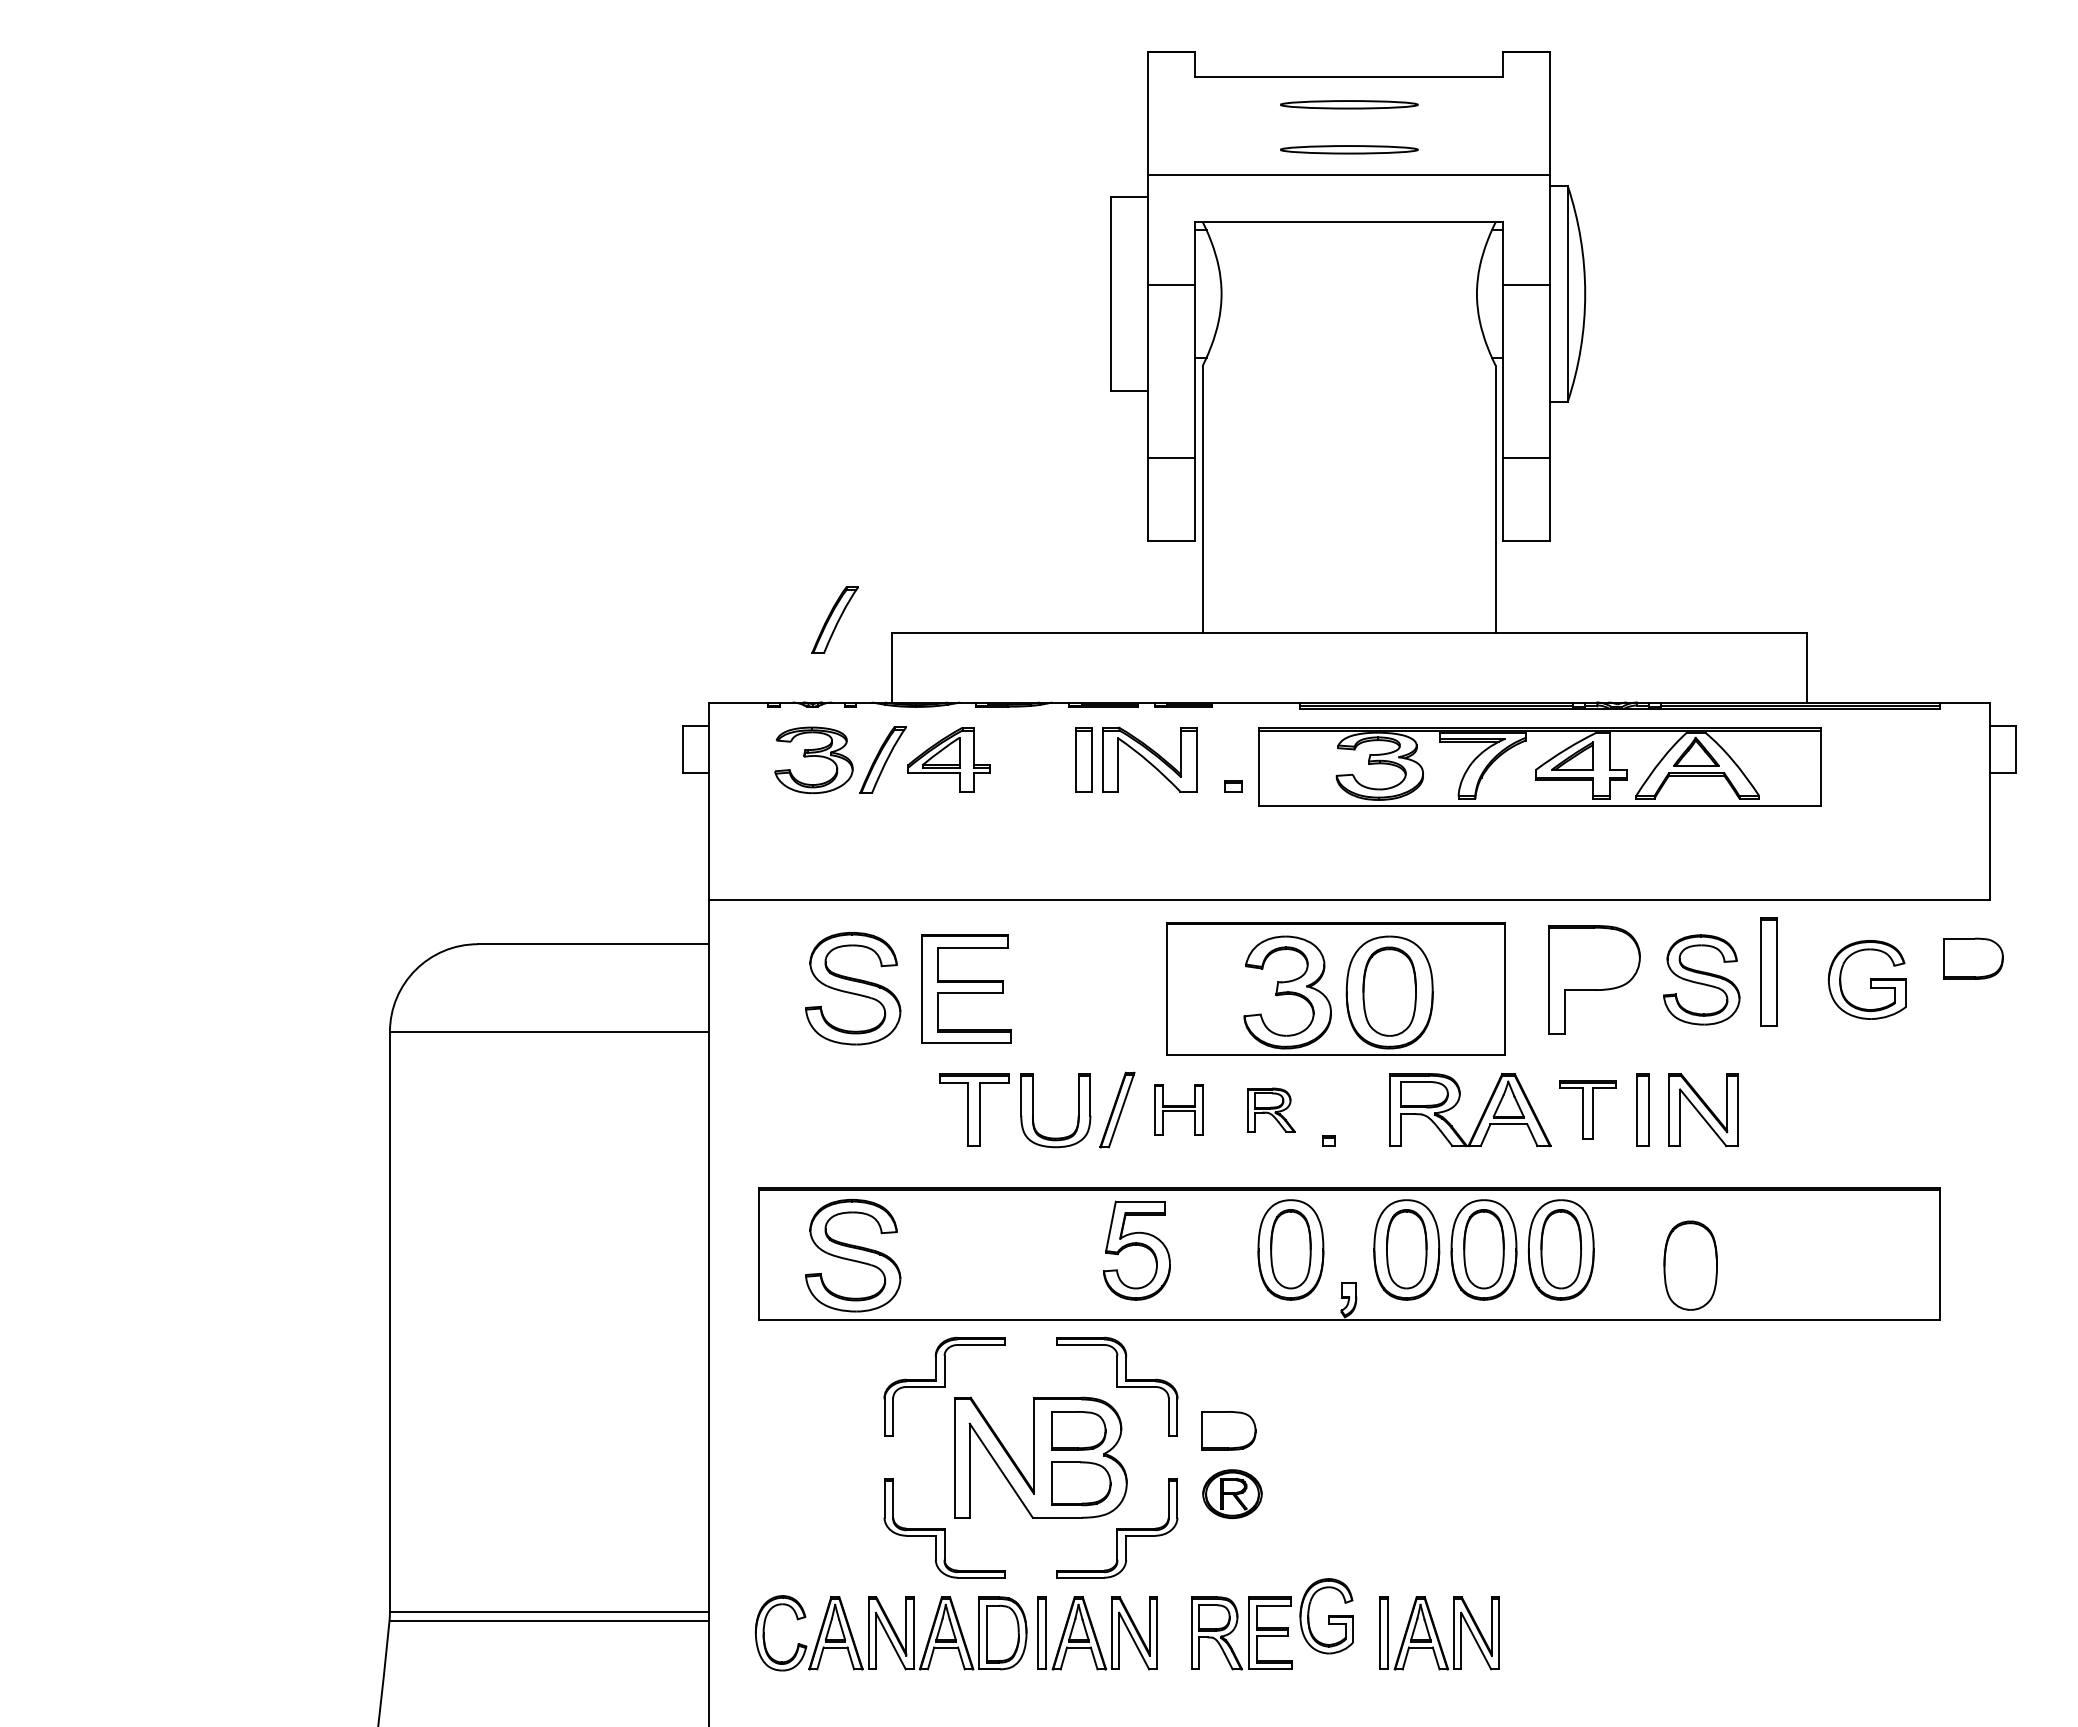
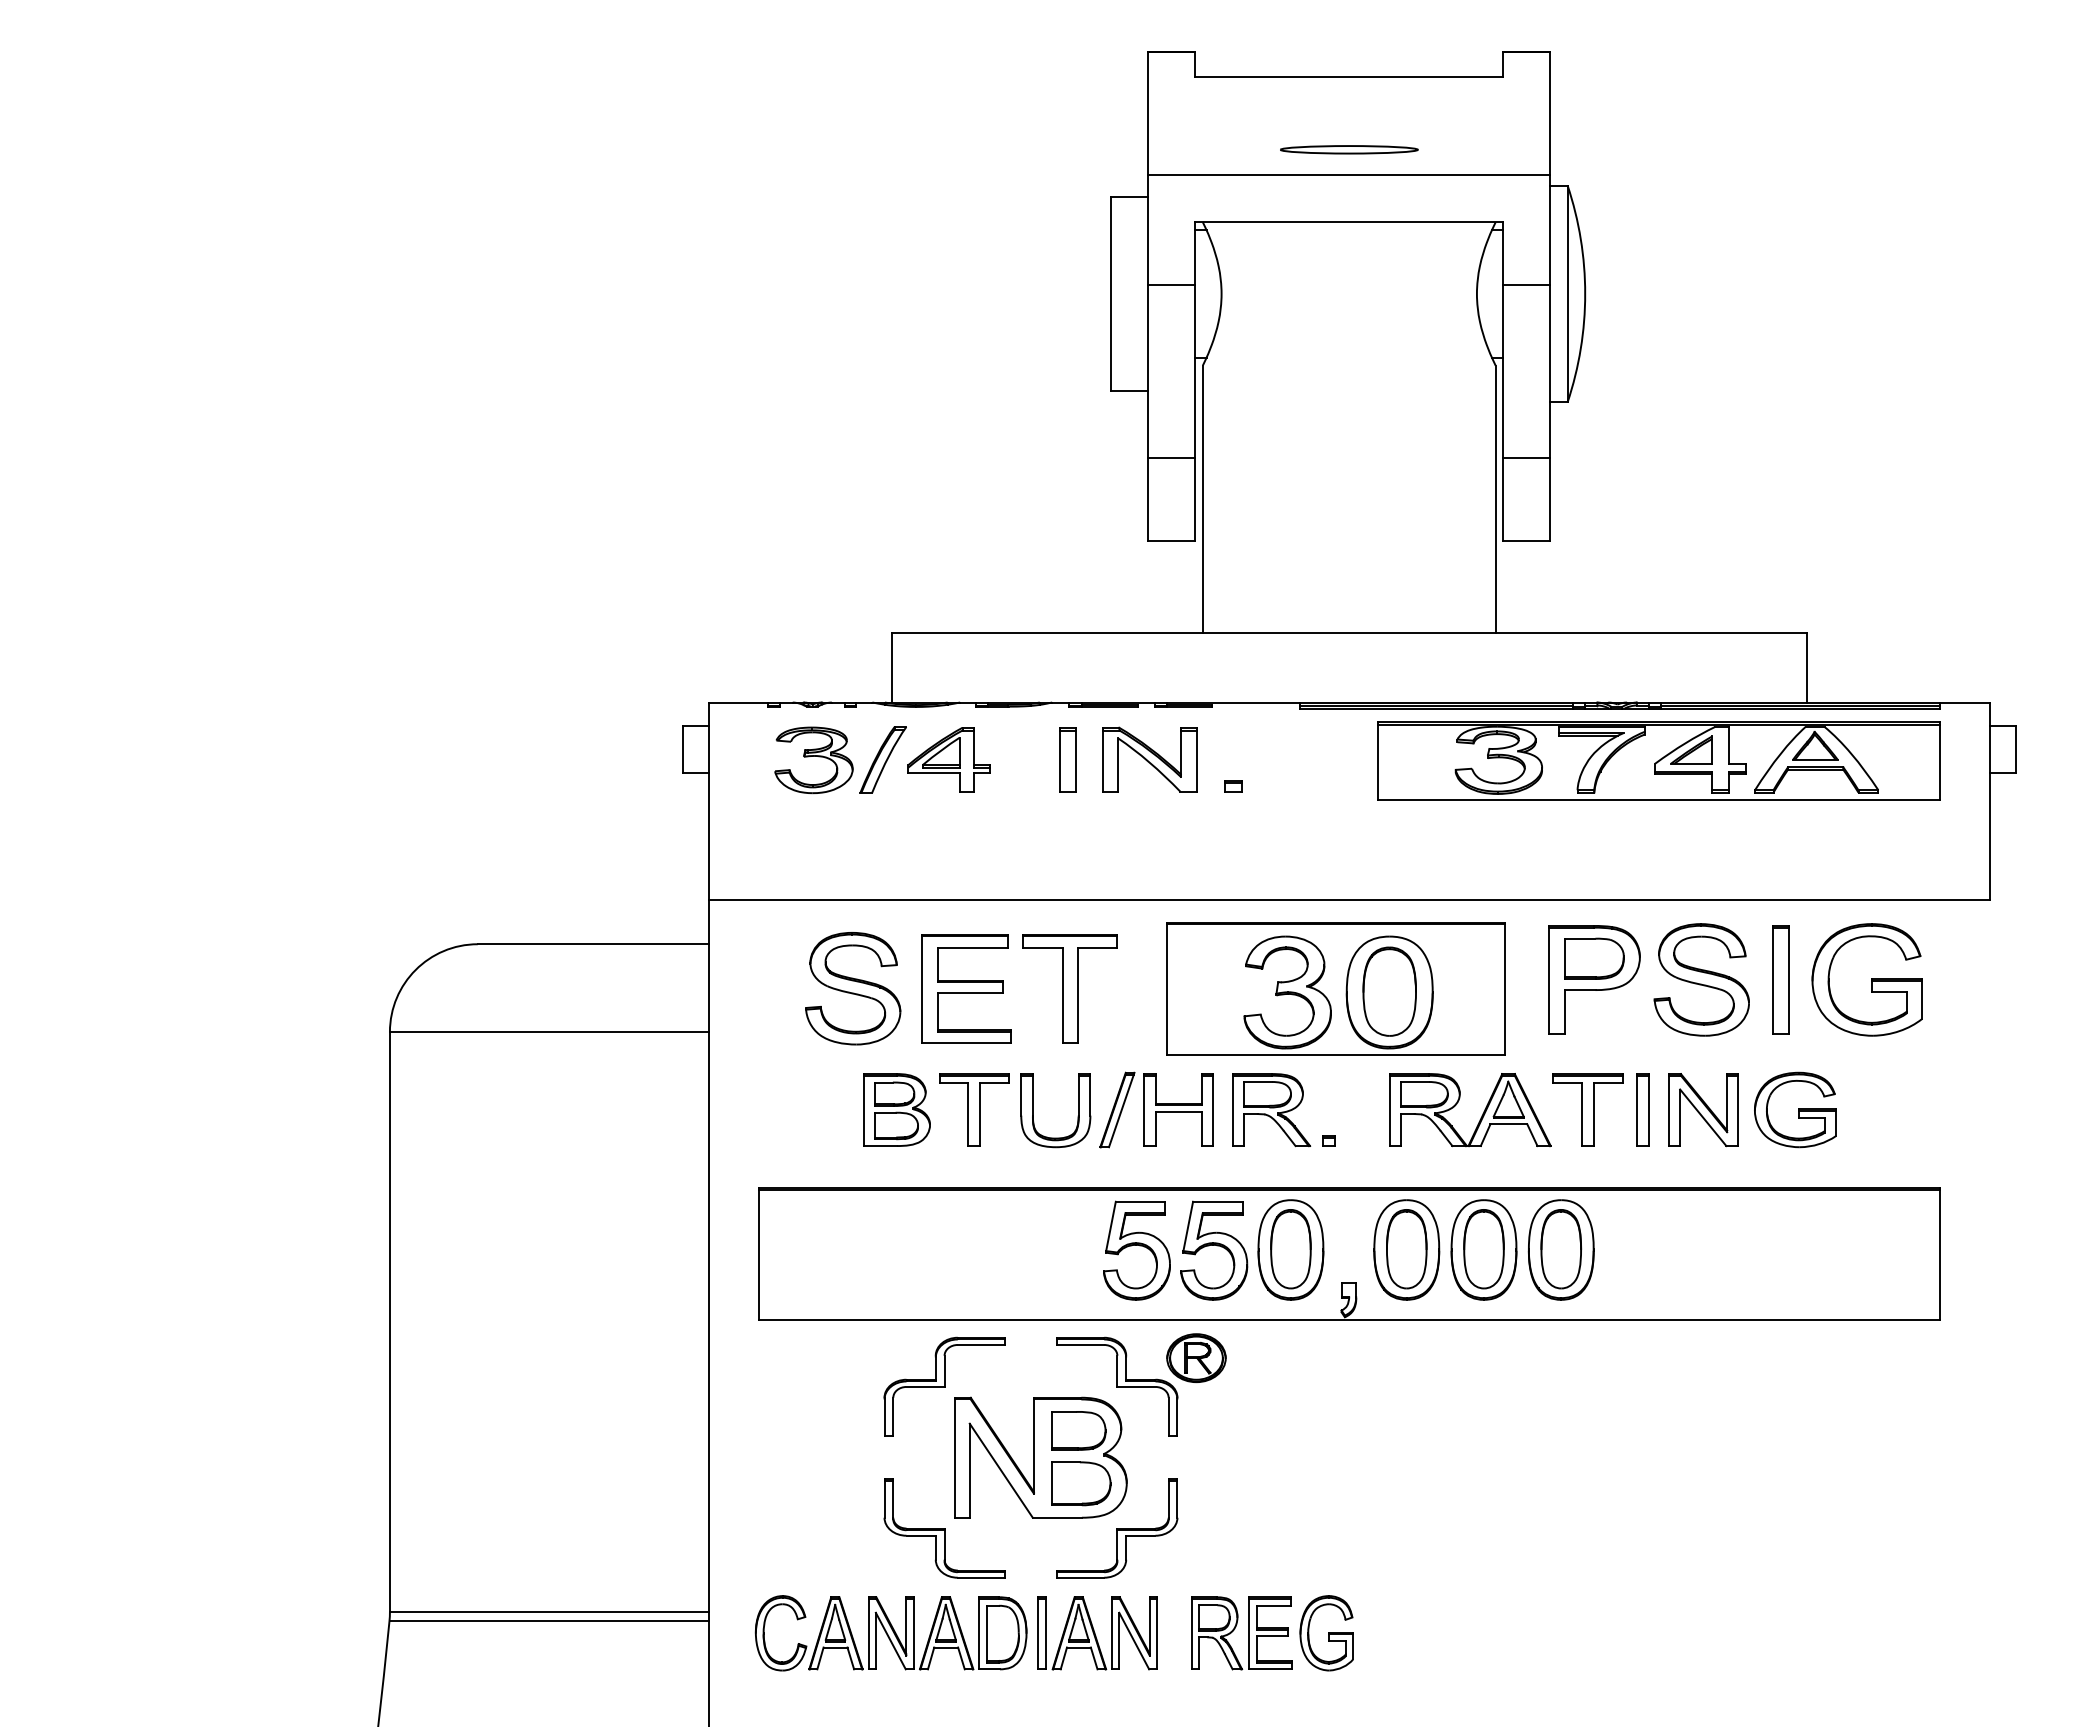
part at (1349, 104): present -> none
part at (834, 619): present -> none
part at (1083, 759) position: (1083, 759) -> (1067, 759)
part at (1539, 766) position: (1539, 766) -> (1658, 760)
part at (1973, 958) position: (1973, 958) -> (1594, 958)
part at (1768, 971) position: (1768, 971) -> (1780, 979)
part at (1701, 979) size: 78x92 px -> 97x114 px
part at (1866, 979) size: 80x80 px -> 112x114 px
part at (1069, 988): none -> present
part at (896, 1109): none -> present
part at (1178, 1109) size: 50x52 px -> 71x74 px
part at (1271, 1109) size: 49x46 px -> 80x75 px
part at (1587, 1109) size: 58x60 px -> 72x74 px
part at (1795, 1109): none -> present
part at (1214, 1250): none -> present
part at (853, 1255): present -> none
part at (1690, 1265): present -> none
part at (1228, 1430): present -> none
part at (1232, 1494) position: (1232, 1494) -> (1196, 1358)
part at (1326, 1616) position: (1326, 1616) -> (1326, 1633)
part at (1439, 1633): present -> none
